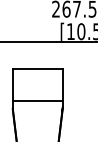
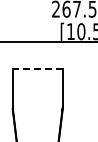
line at (37, 68): solid -> dashed
line at (37, 100): present -> none
